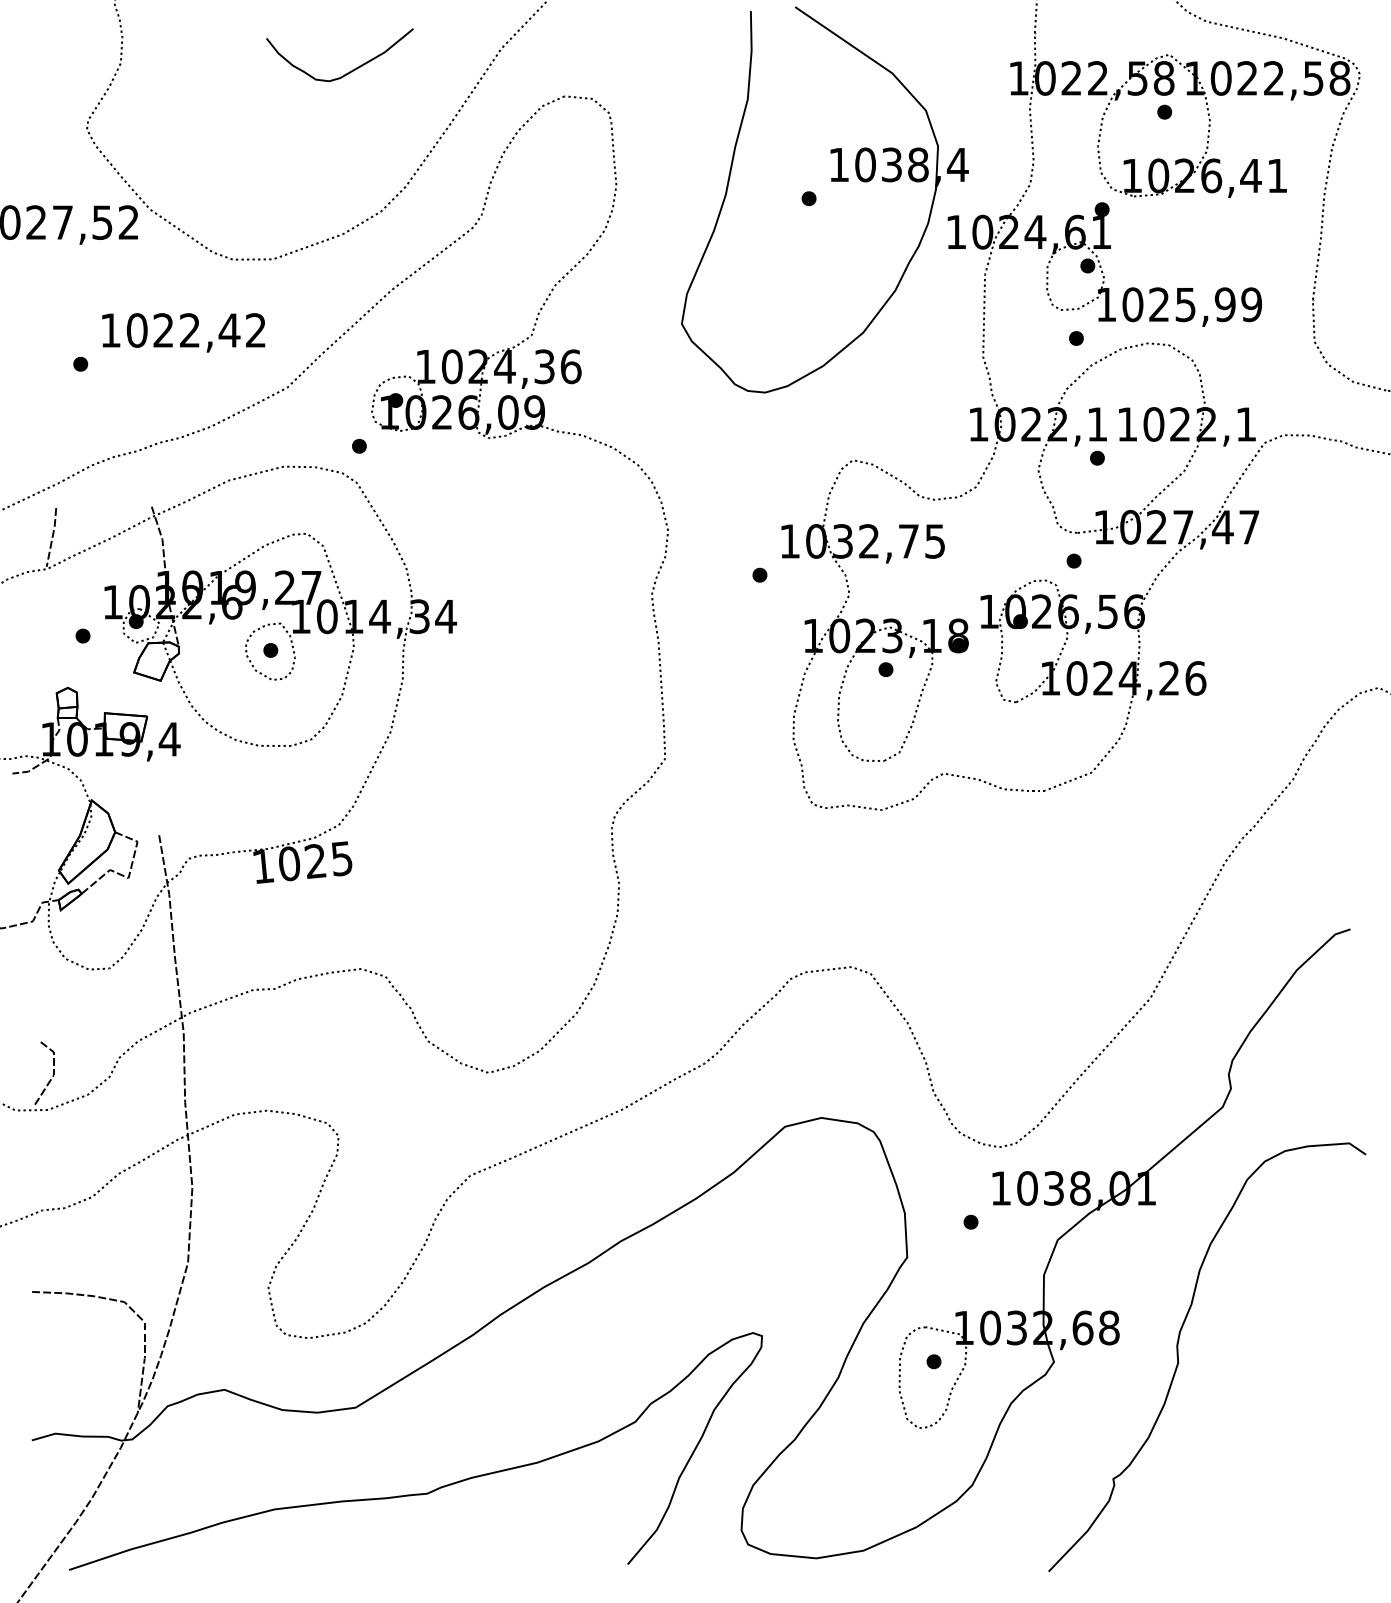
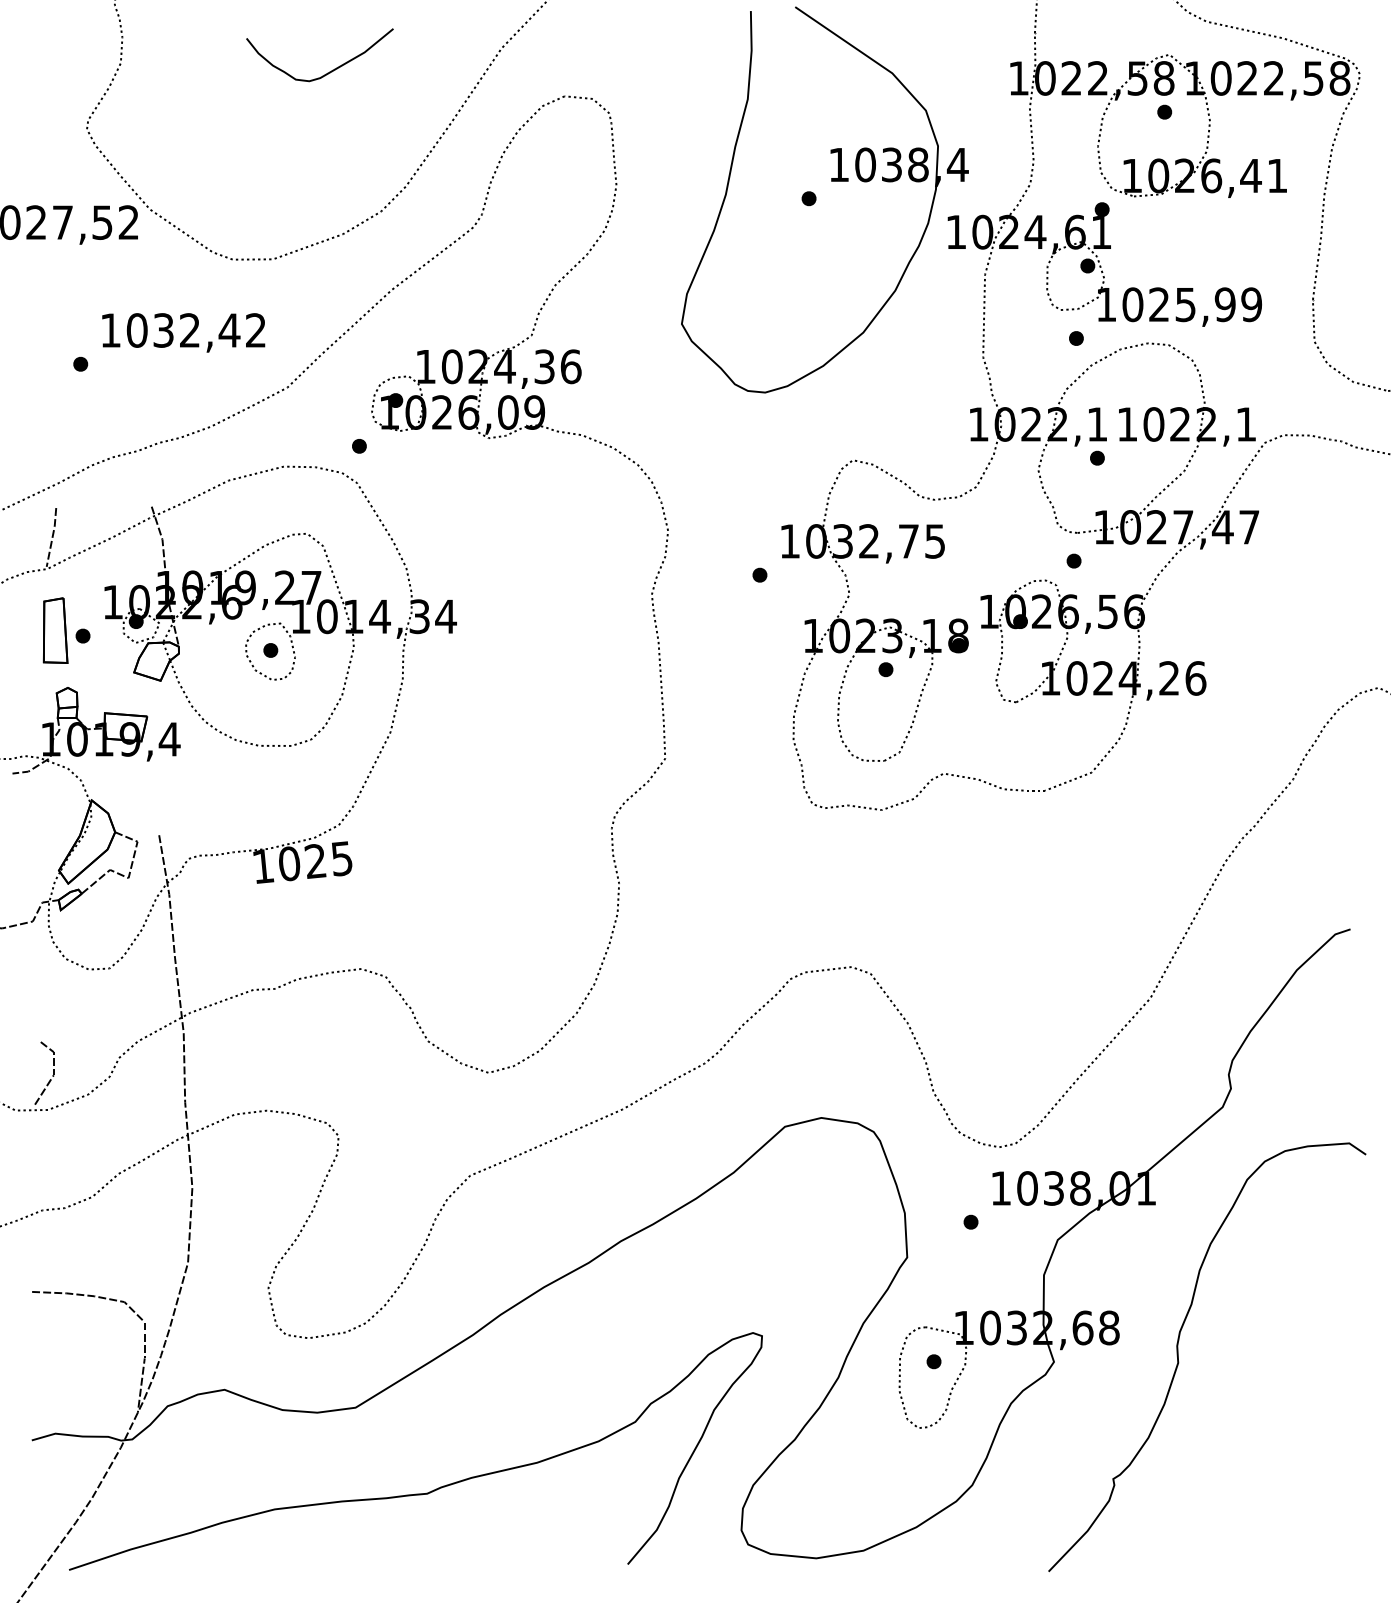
curve at (347, 72) position: (347, 72) -> (327, 72)
text at (163, 330): 1022,42 -> 1032,42
part at (55, 630): none -> present
